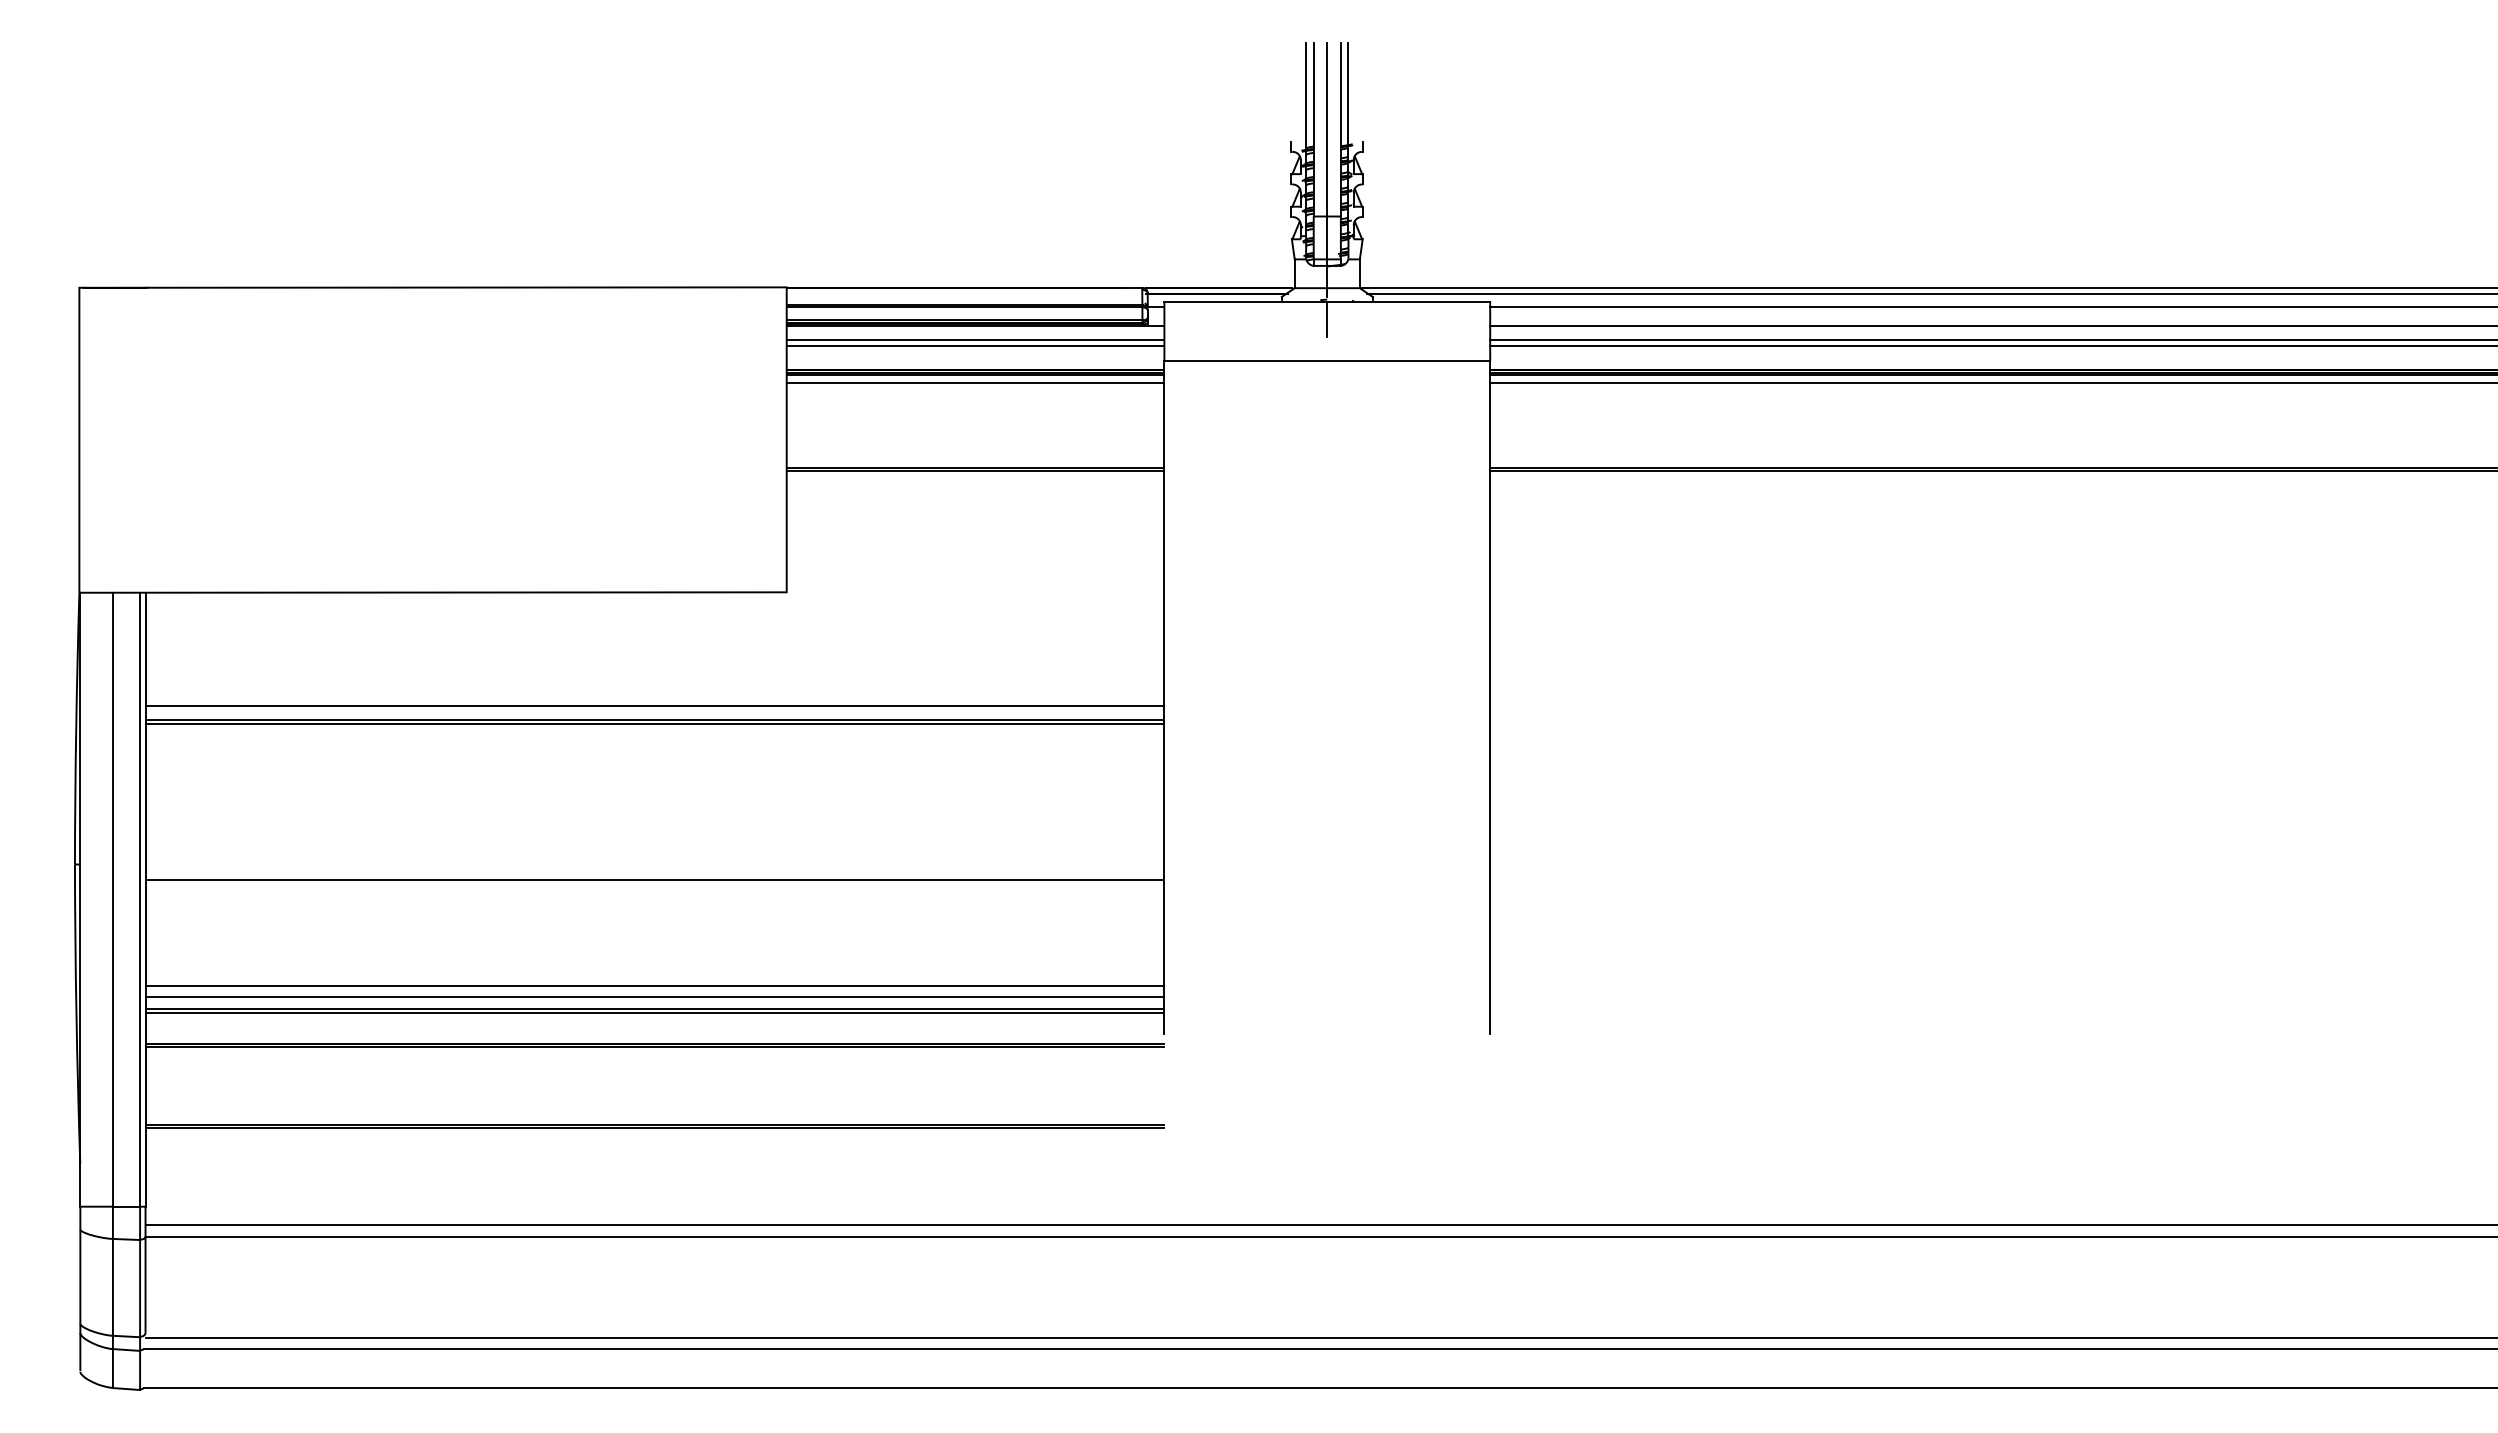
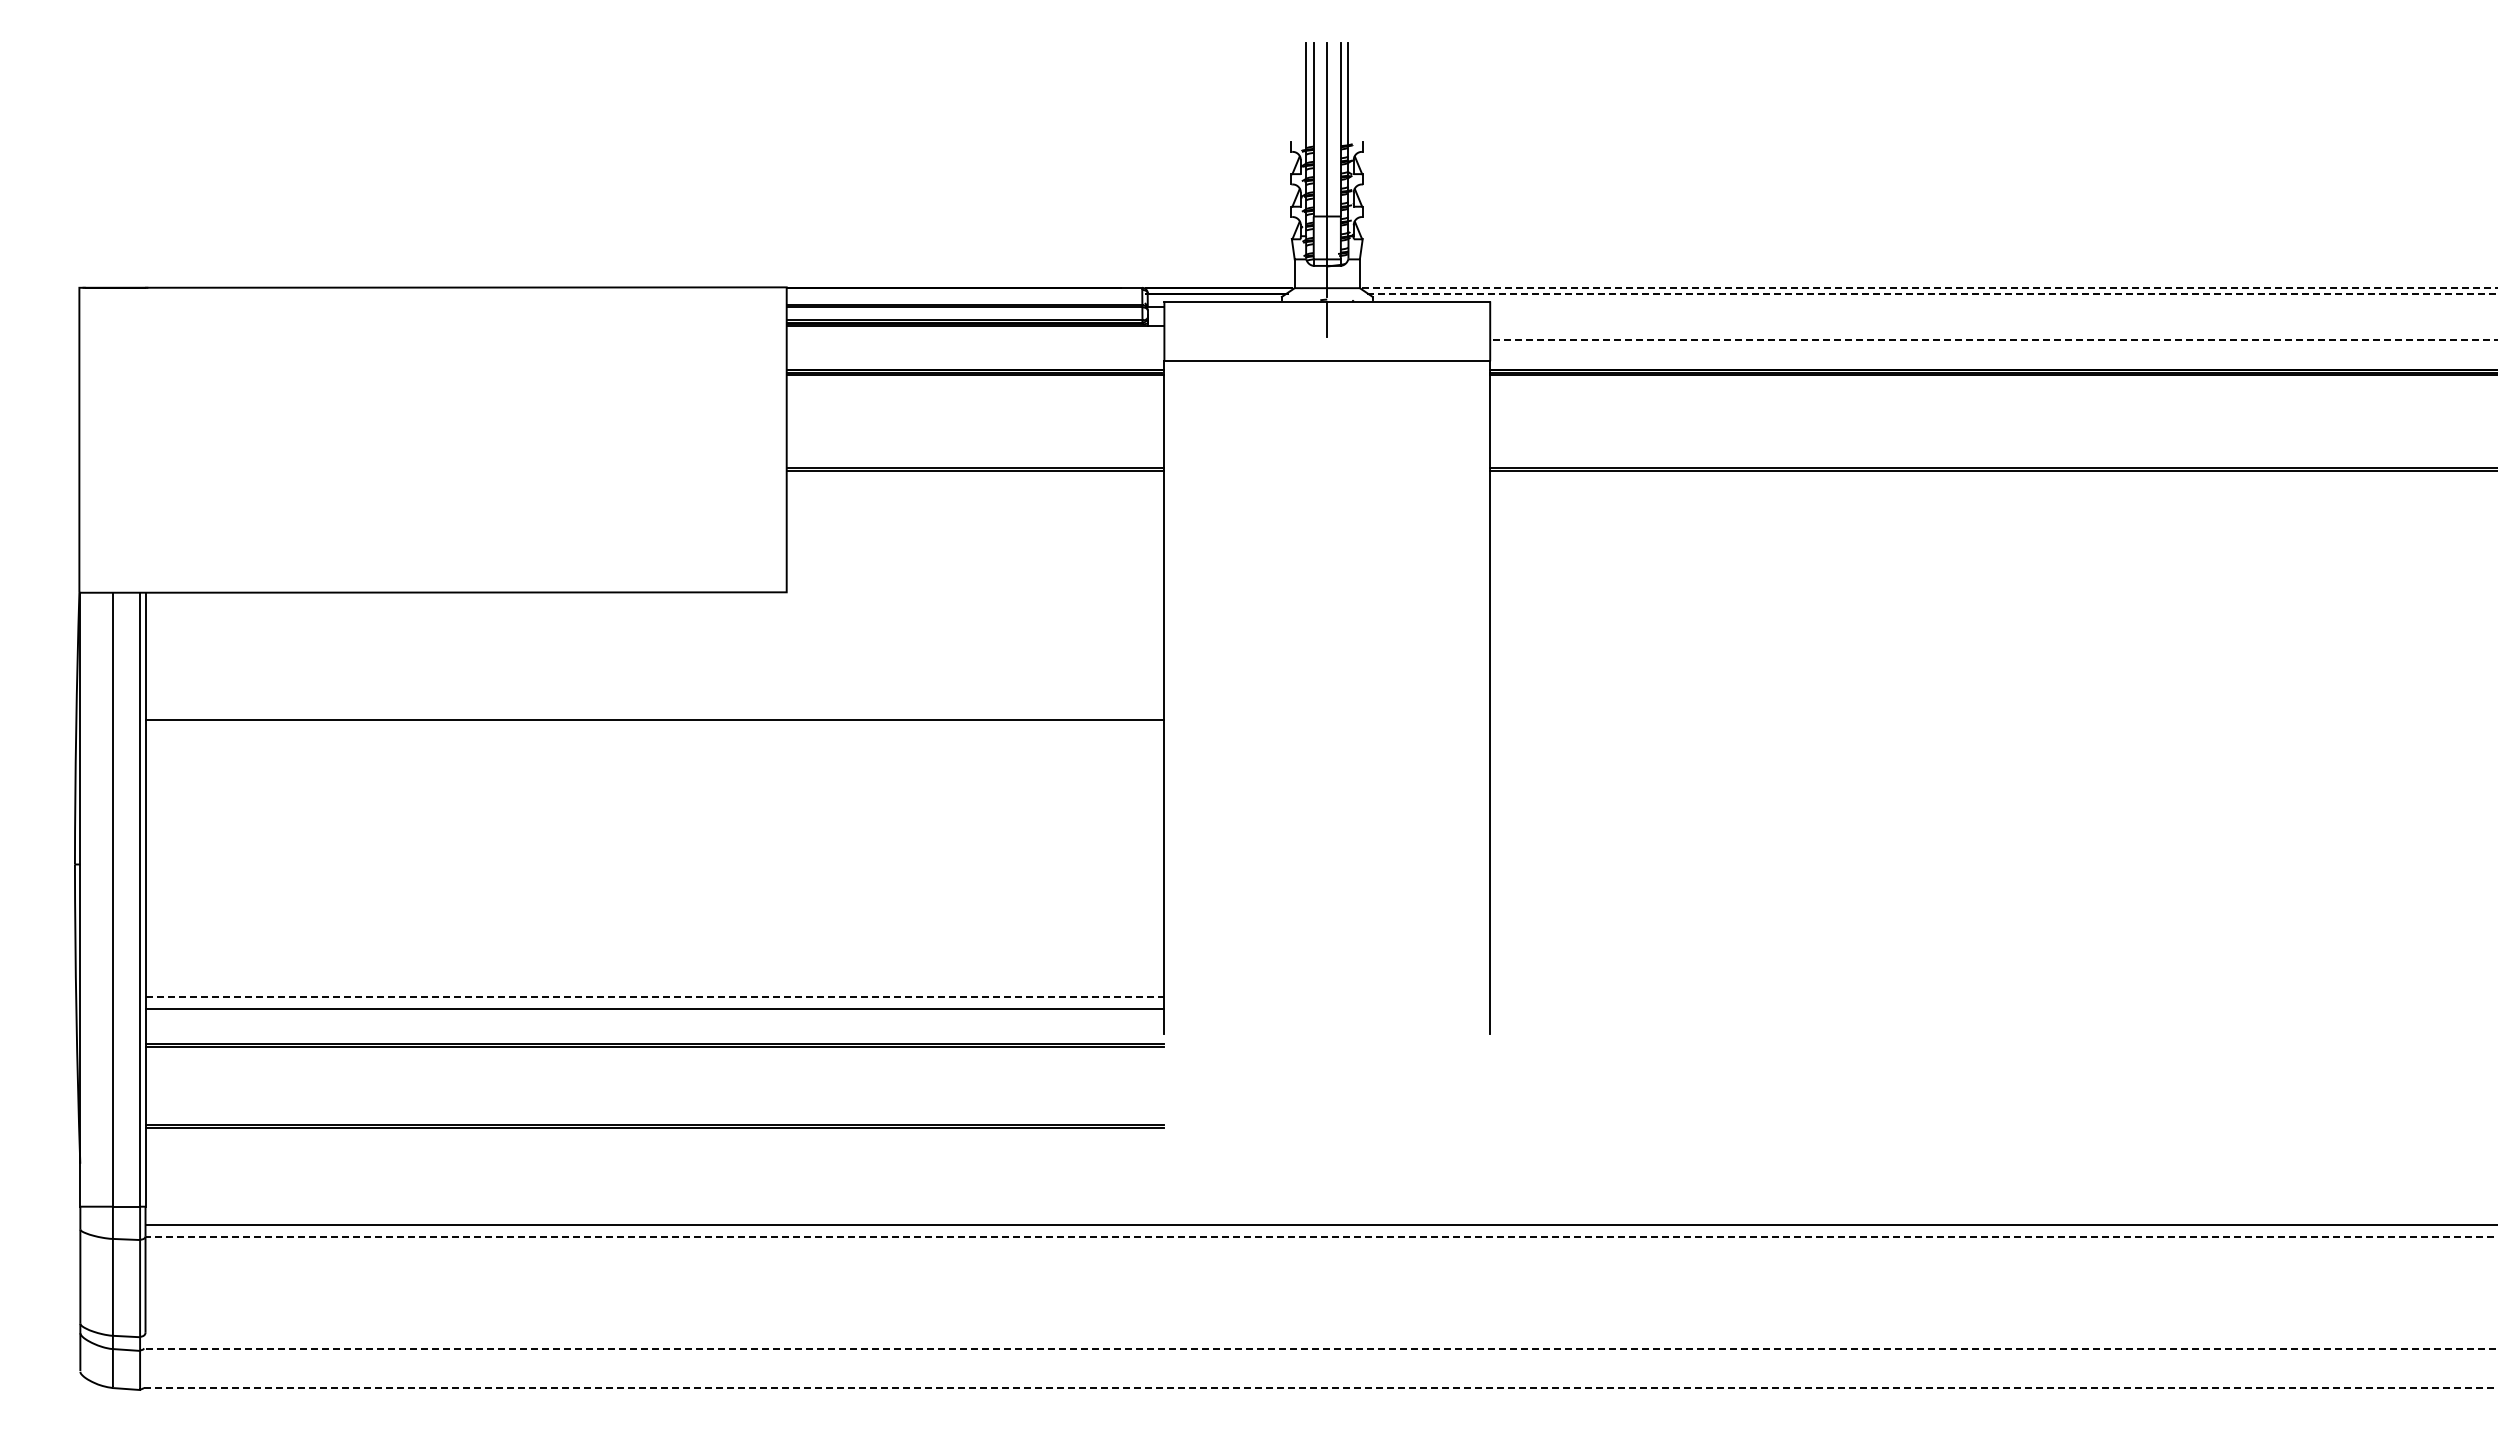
line at (1930, 287): solid -> dashed
line at (1932, 294): solid -> dashed
line at (1992, 306): present -> none
line at (1992, 325): present -> none
line at (975, 339): present -> none
line at (1993, 339): solid -> dashed
line at (975, 345): present -> none
line at (1992, 345): present -> none
line at (975, 383): present -> none
line at (1992, 383): present -> none
line at (654, 705): present -> none
line at (654, 724): present -> none
line at (654, 879): present -> none
line at (654, 986): present -> none
line at (655, 996): solid -> dashed
line at (654, 1012): present -> none
line at (1320, 1236): solid -> dashed
line at (1319, 1337): present -> none
line at (1320, 1348): solid -> dashed
line at (1320, 1387): solid -> dashed
